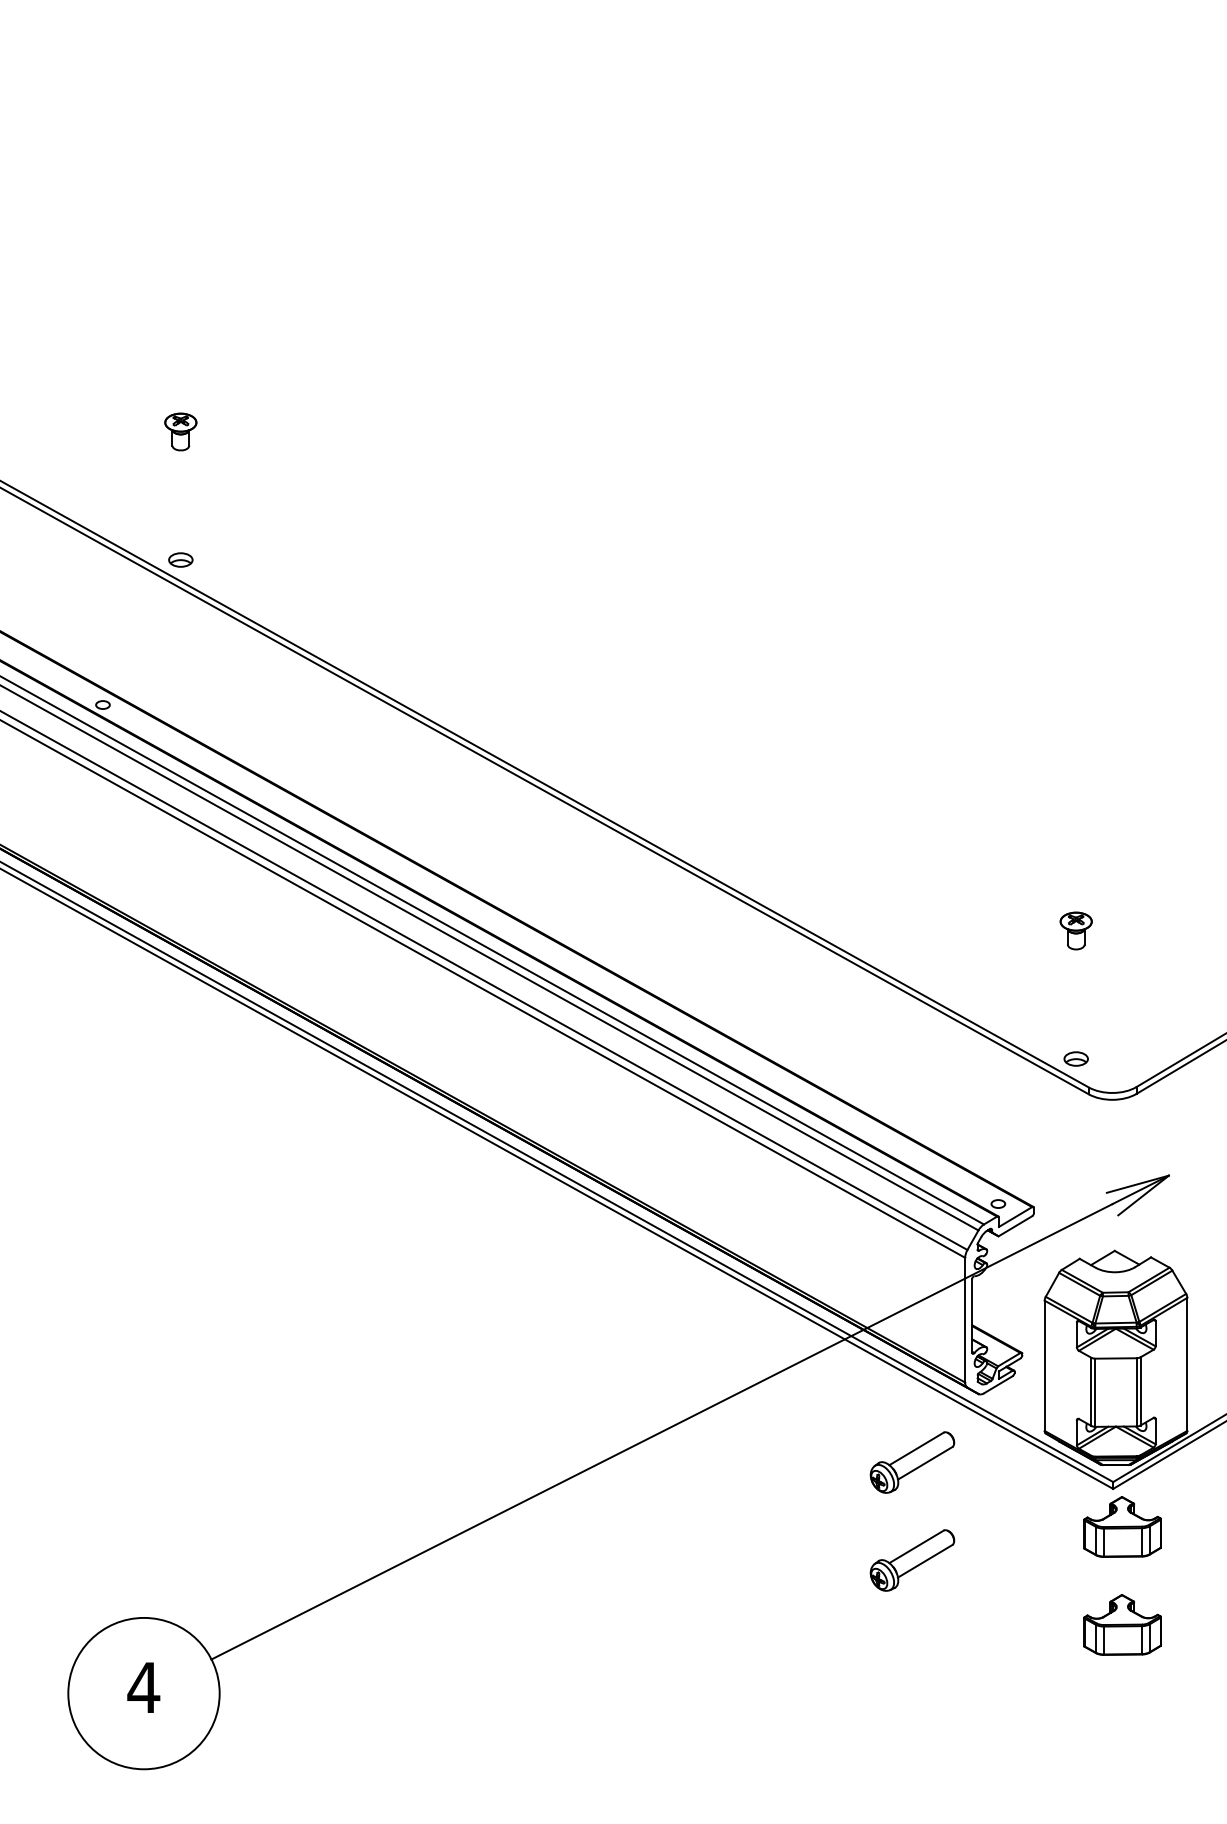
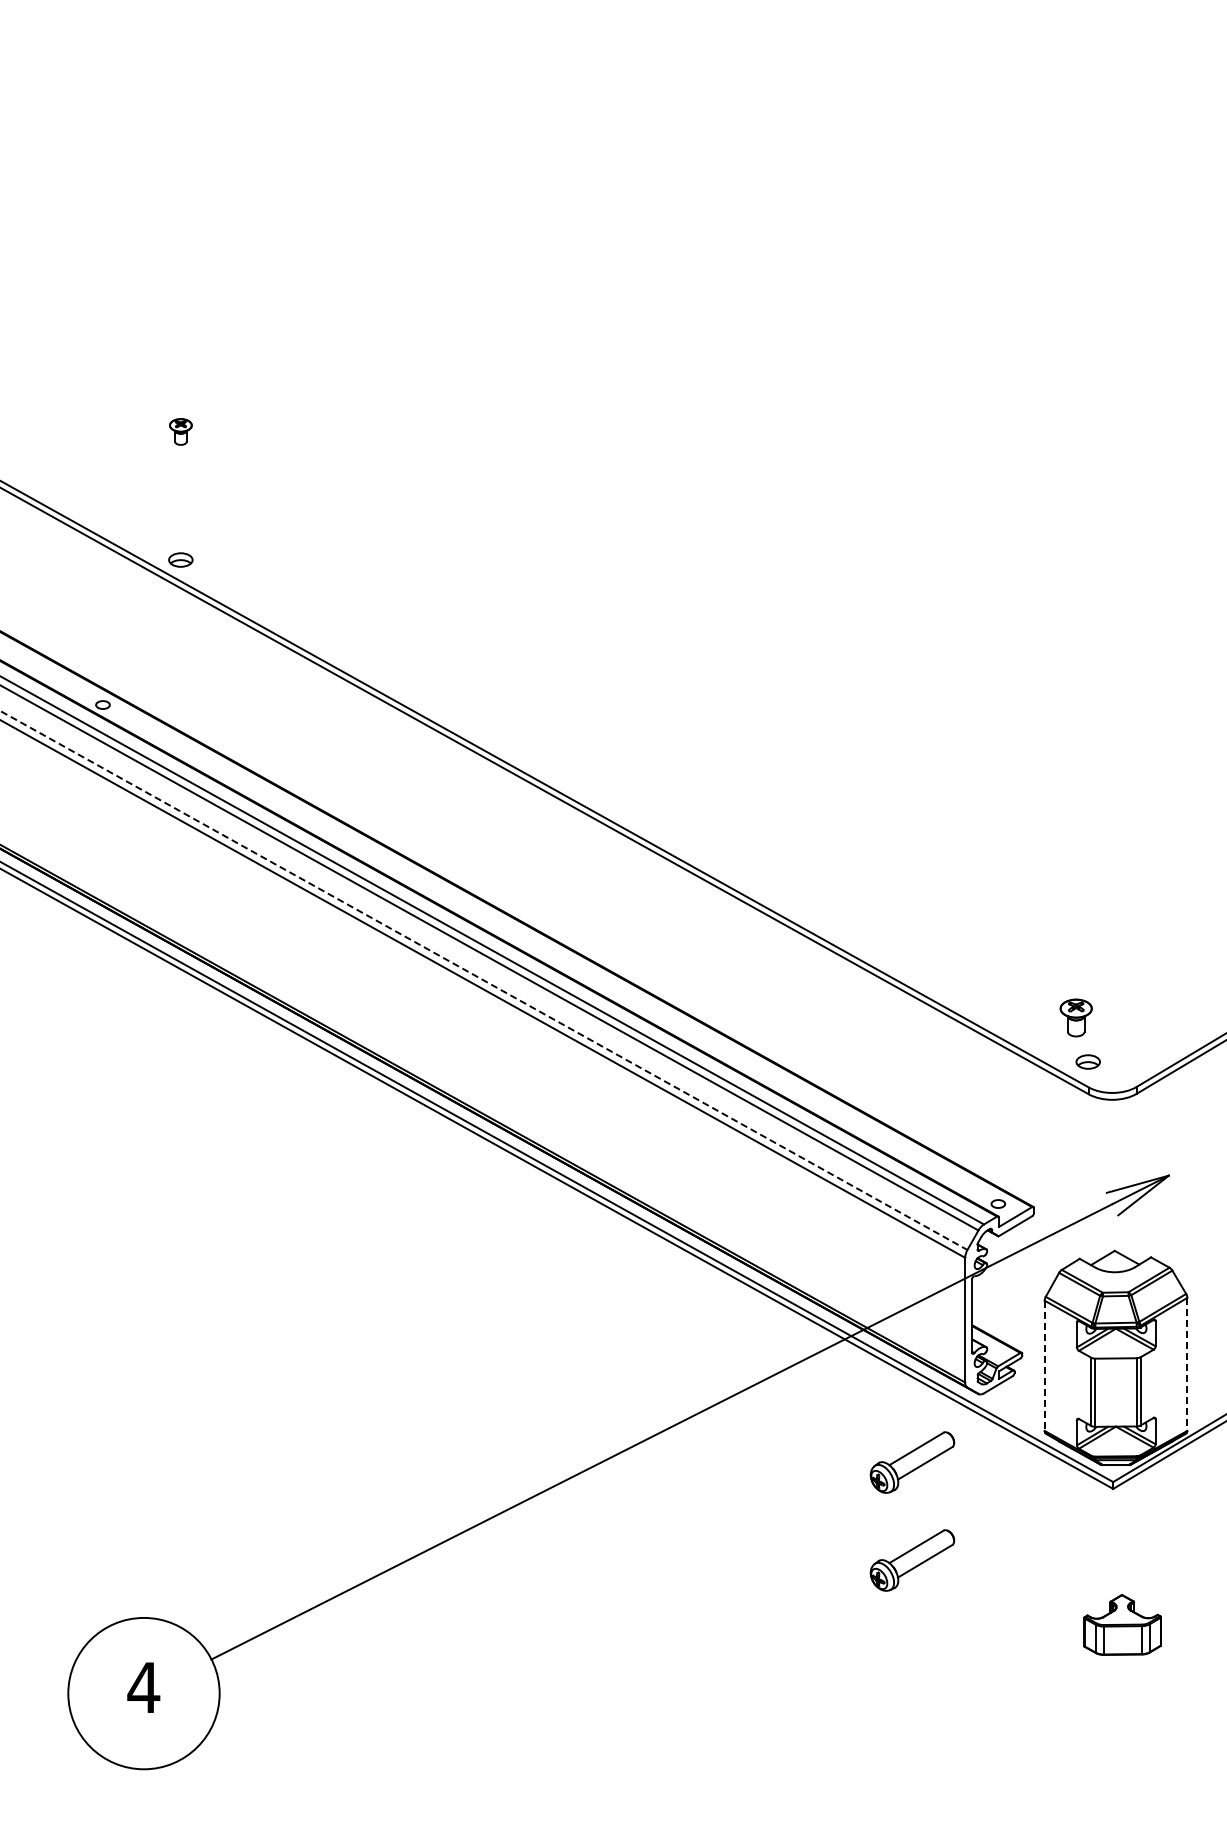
part at (180, 431) size: 34x40 px -> 24x28 px
part at (1075, 930) position: (1075, 930) -> (1075, 1017)
line at (484, 980): solid -> dashed
part at (1075, 1058) position: (1075, 1058) -> (1087, 1061)
line at (1187, 1364): solid -> dashed
line at (1044, 1366): solid -> dashed
part at (1122, 1526): present -> none
